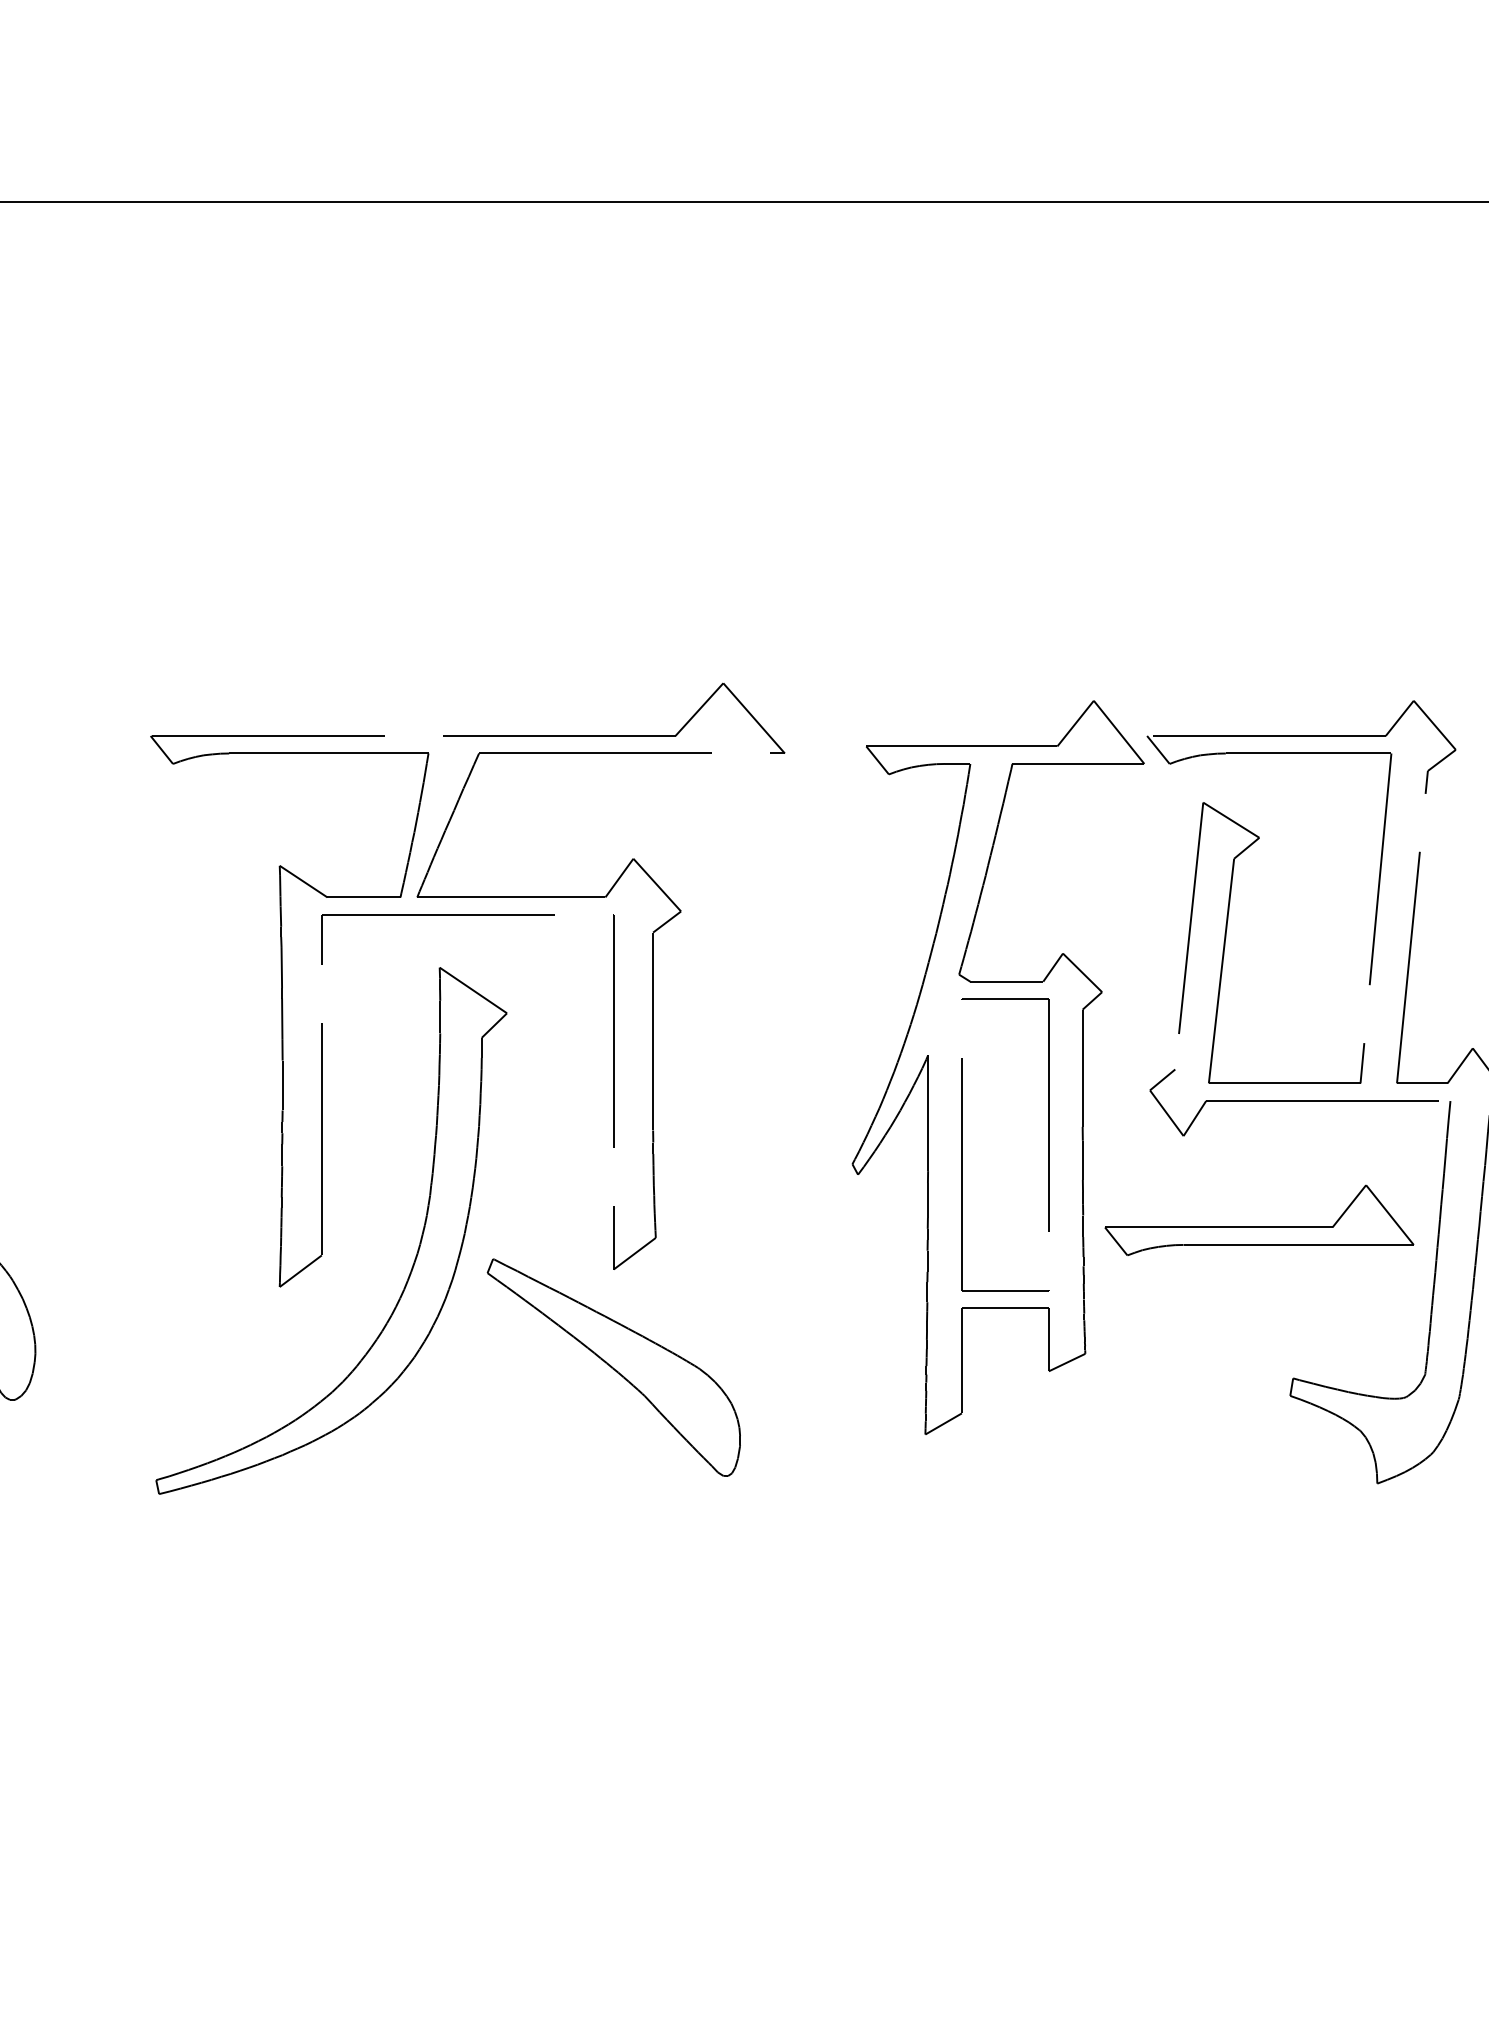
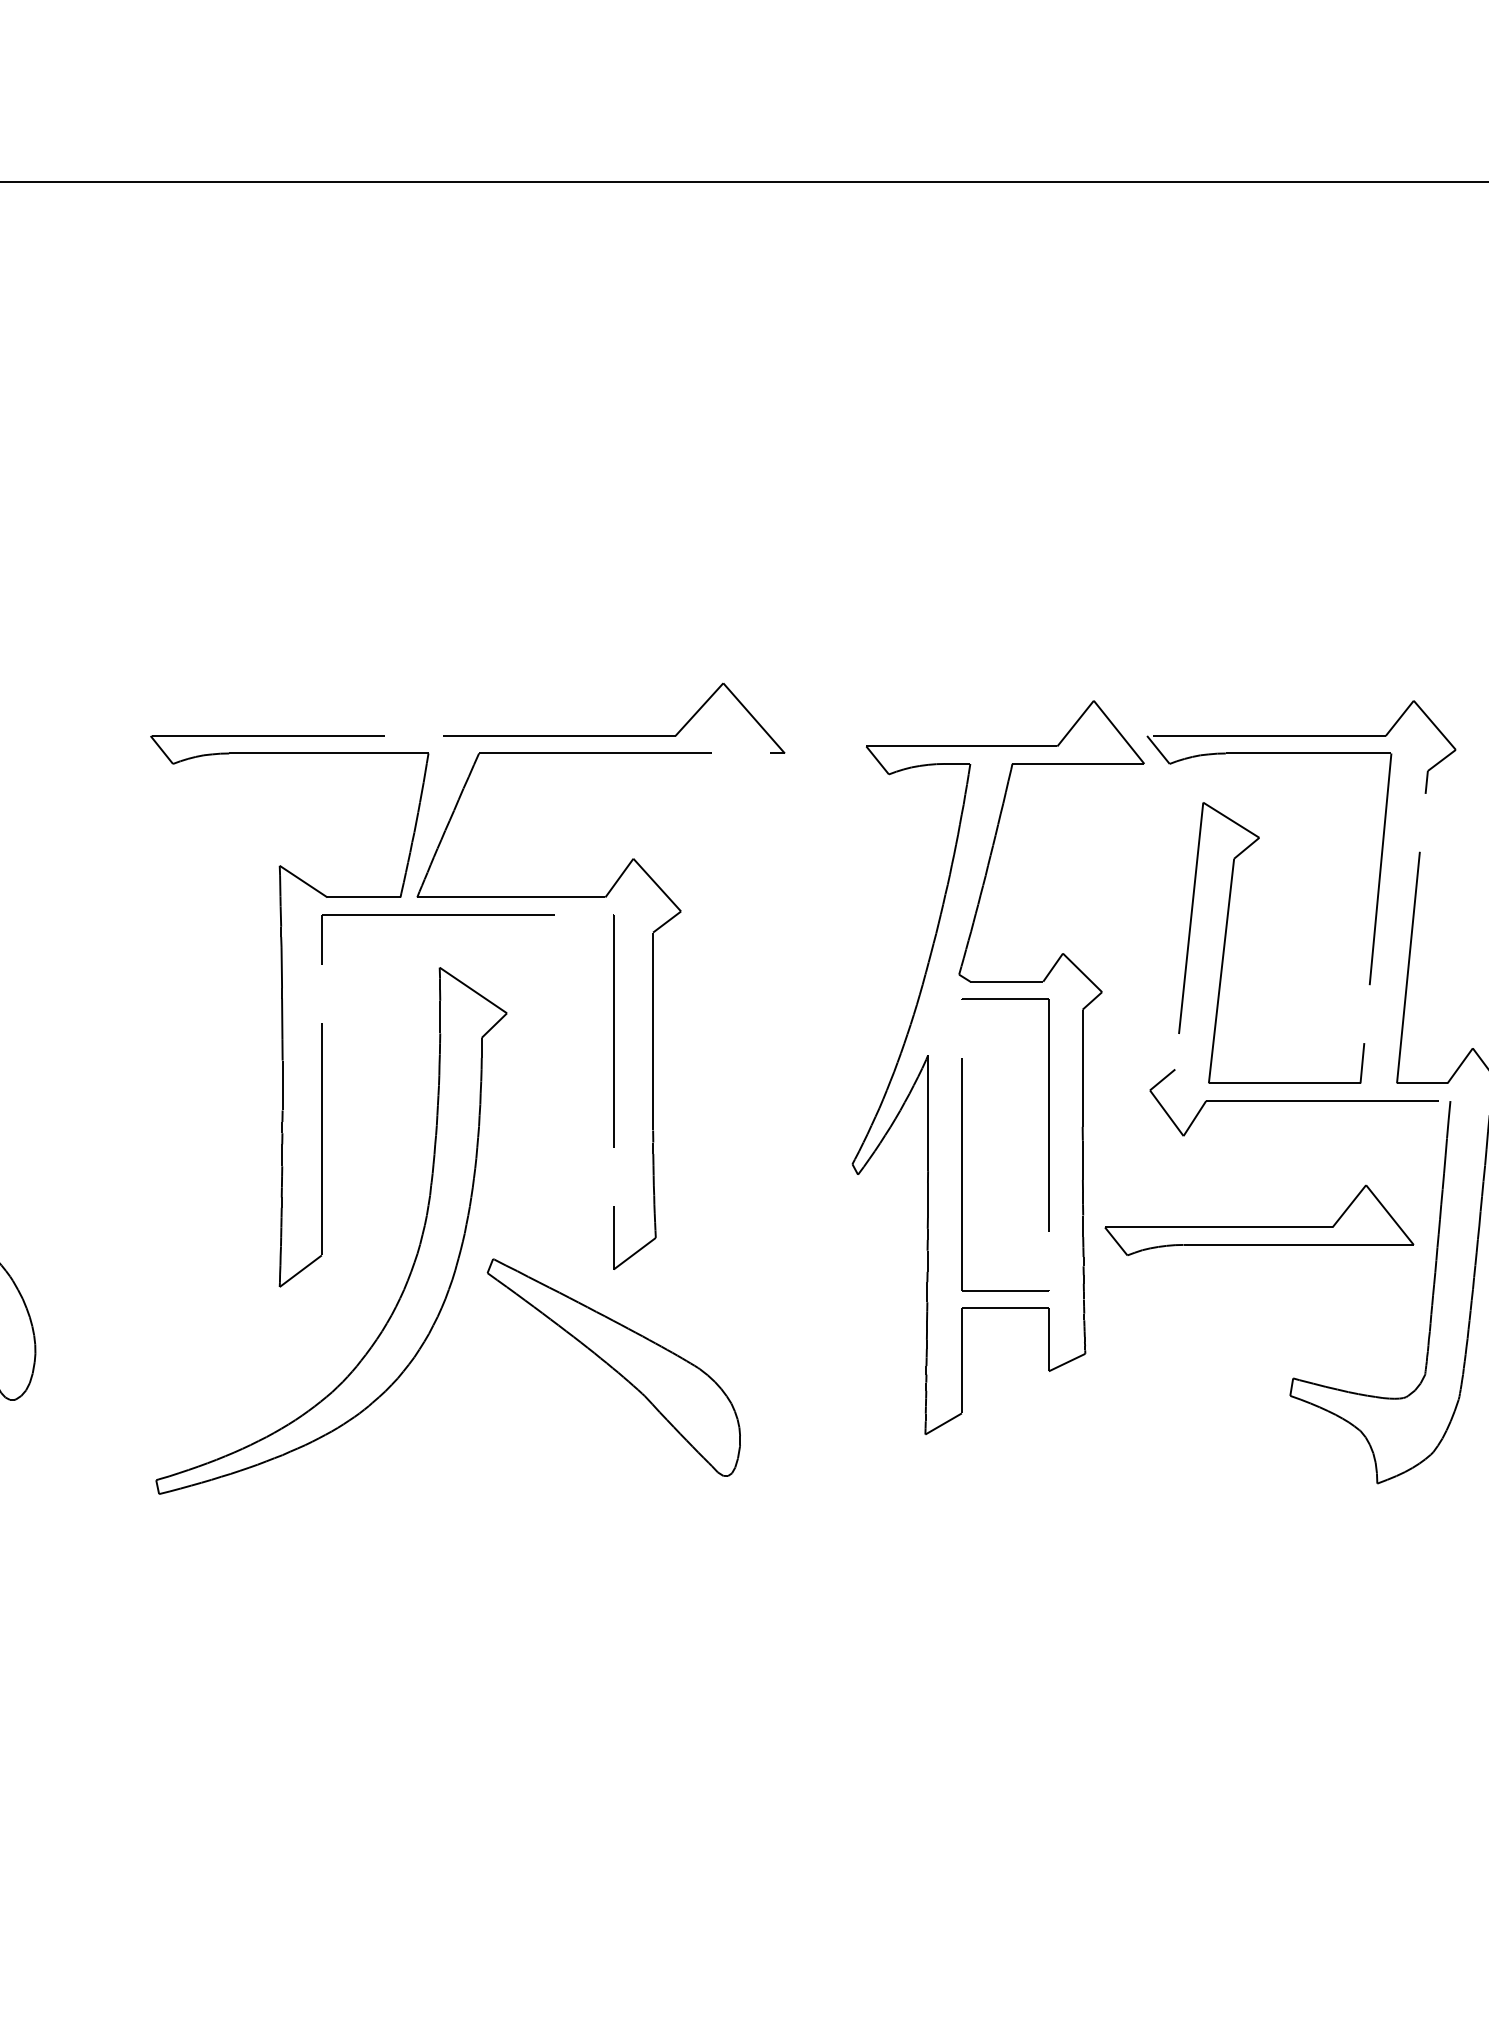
line at (743, 202) position: (743, 202) -> (743, 182)
